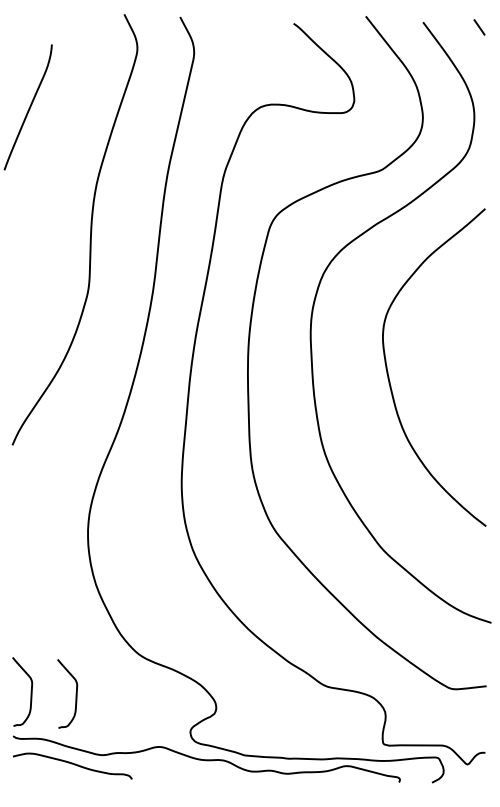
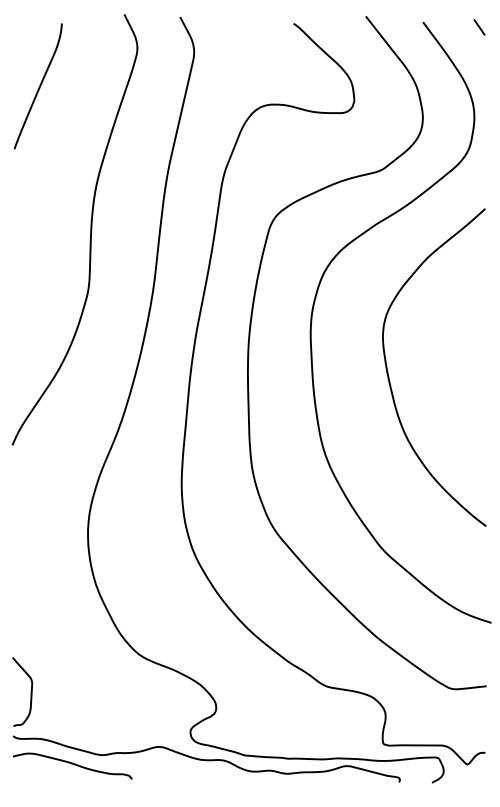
curve at (28, 108) position: (28, 108) -> (38, 87)
curve at (75, 693): present -> none
